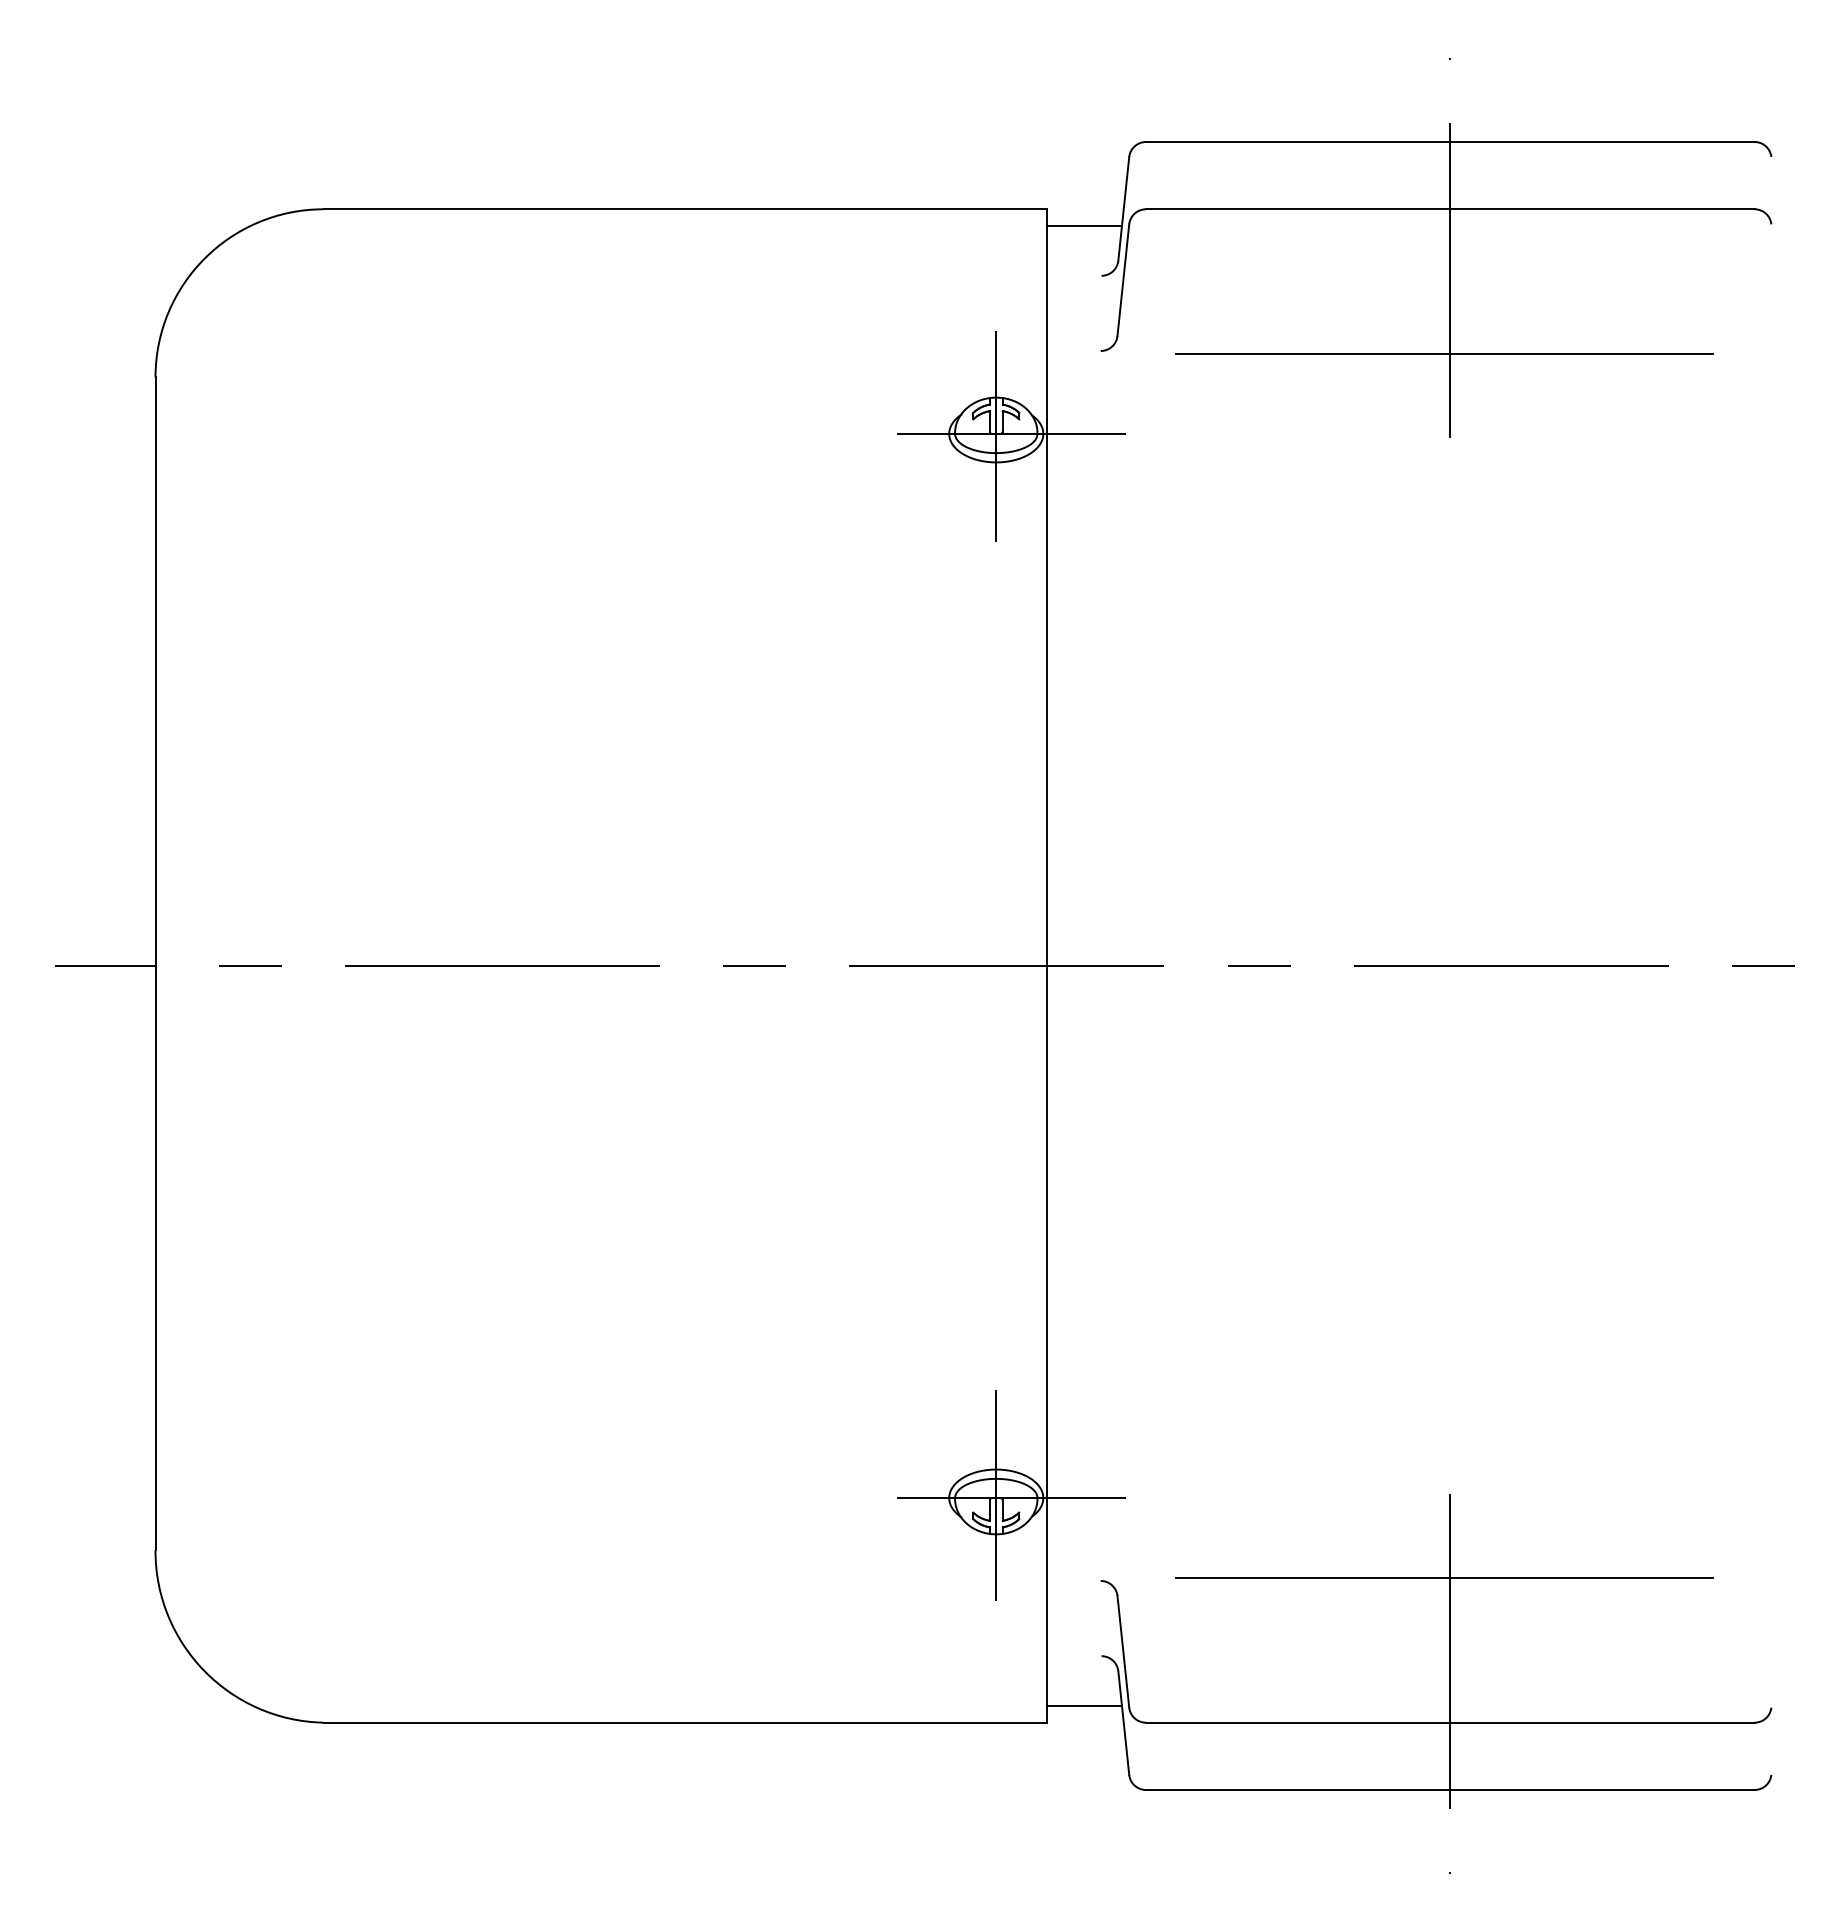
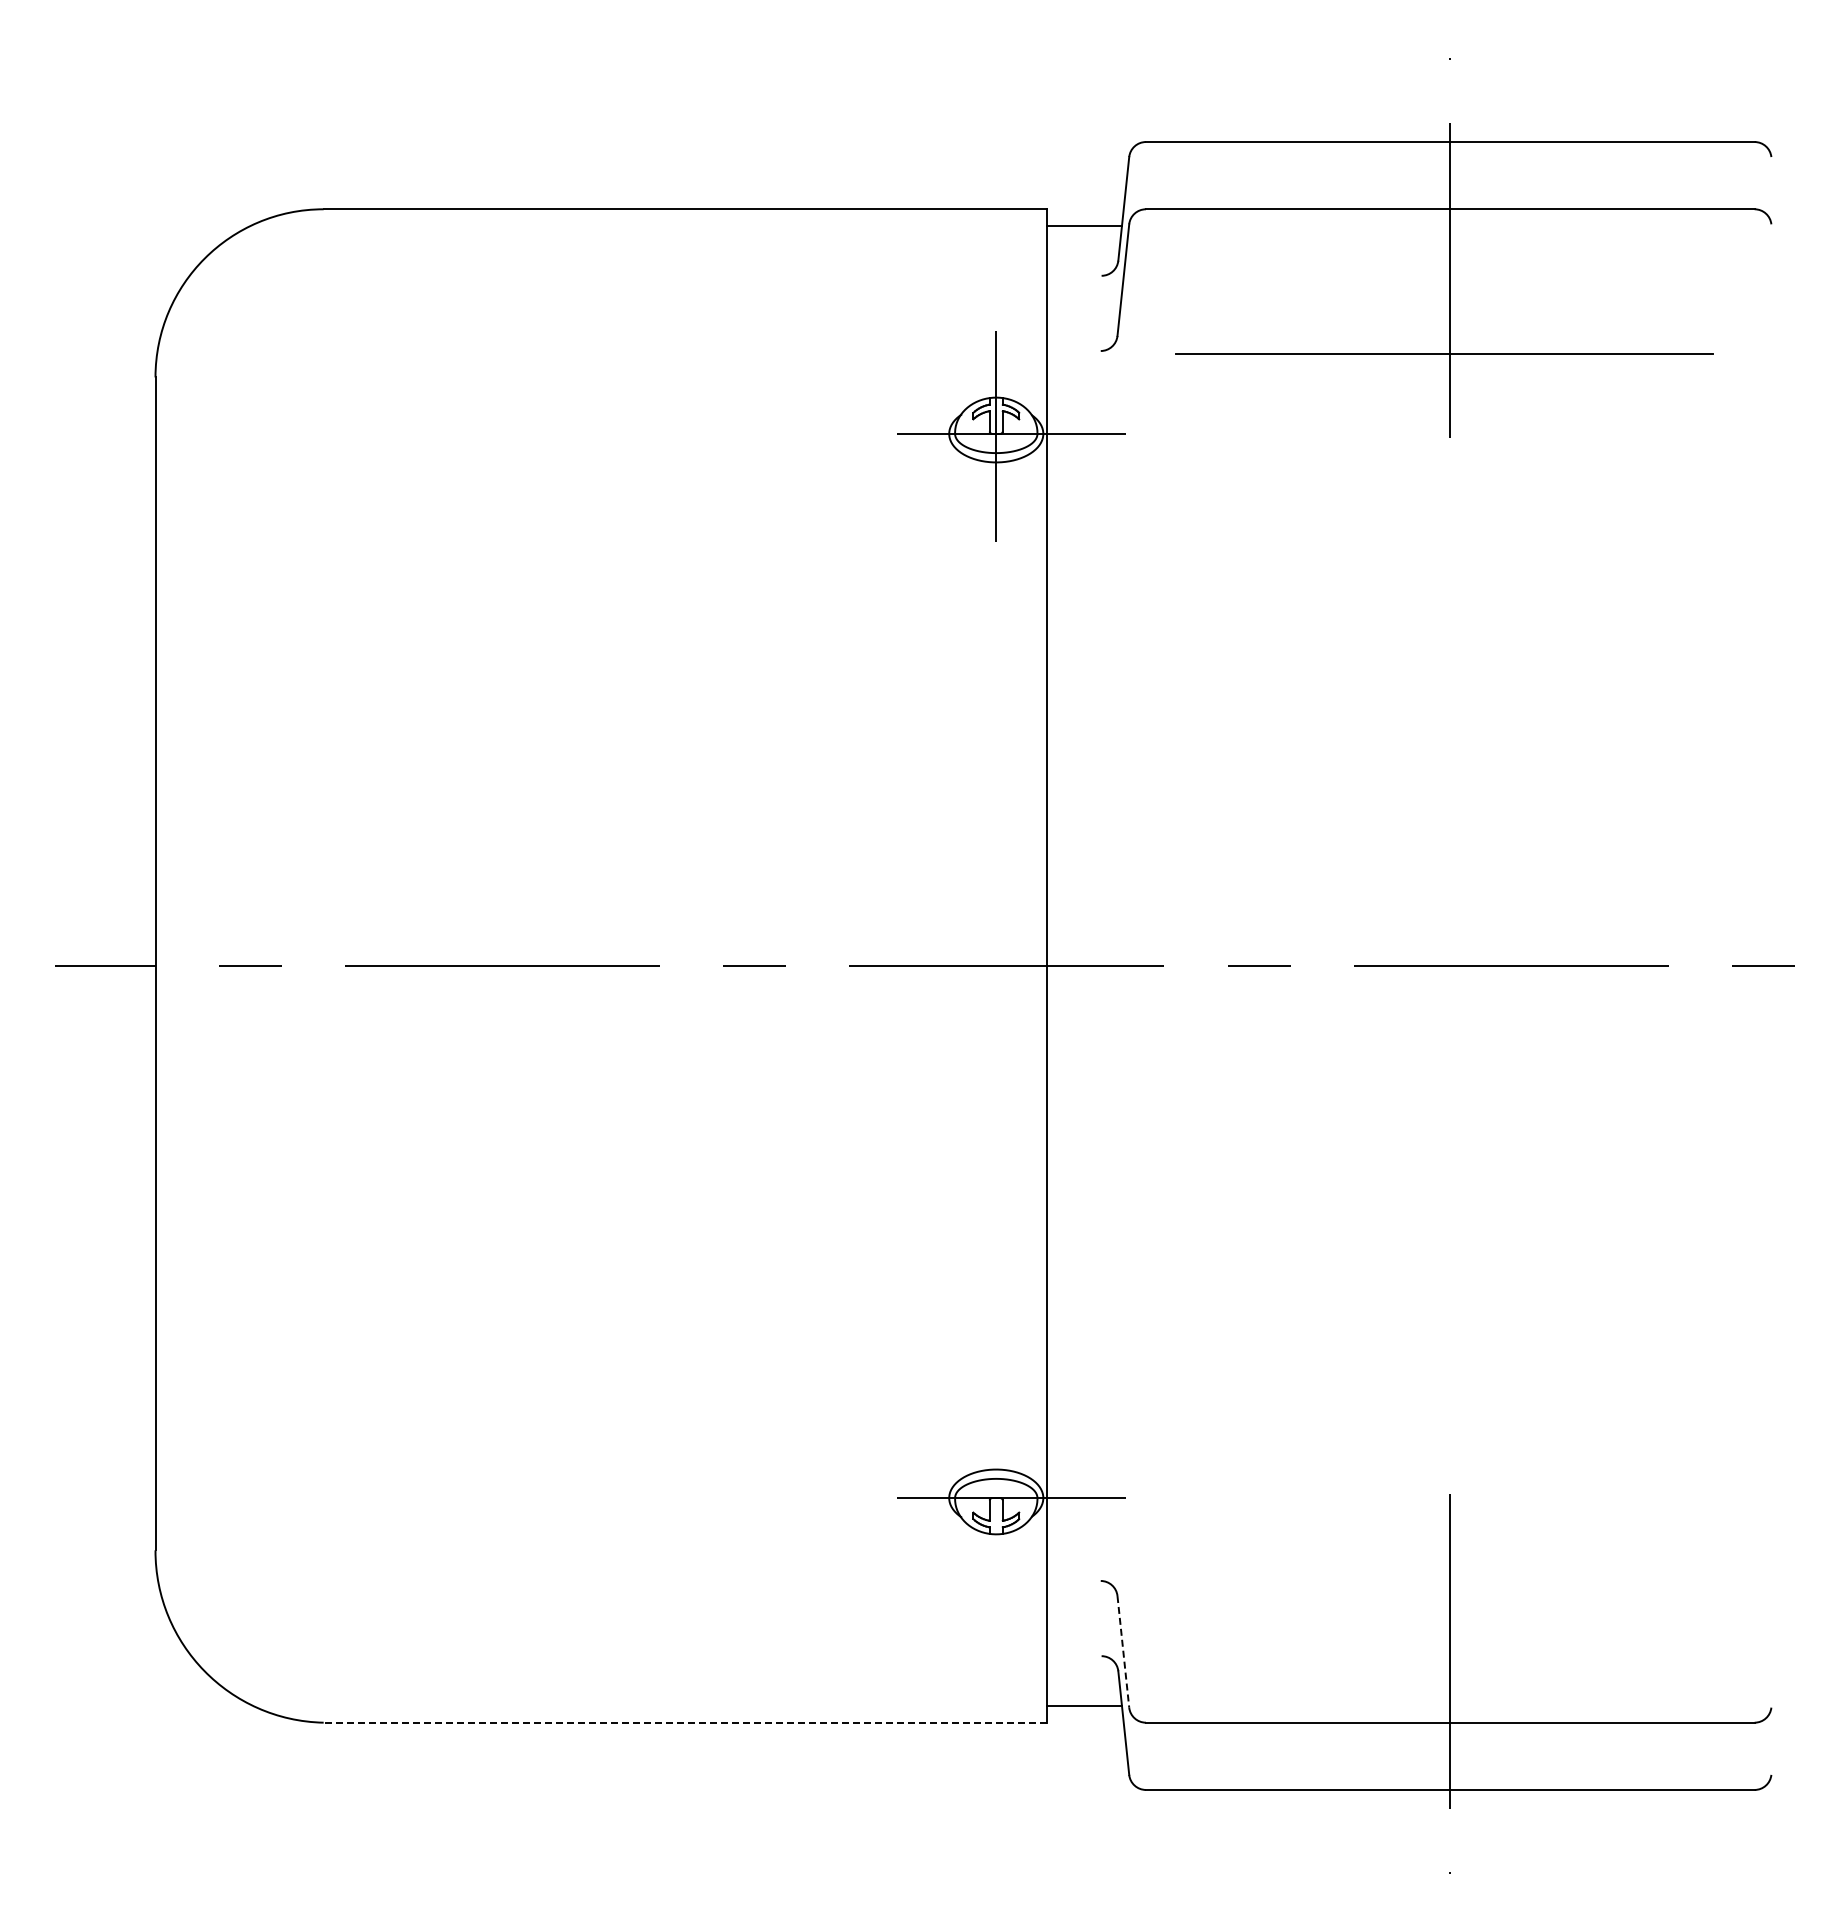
line at (996, 1494): present -> none
line at (1444, 1577): present -> none
line at (1123, 1652): solid -> dashed
line at (685, 1722): solid -> dashed
